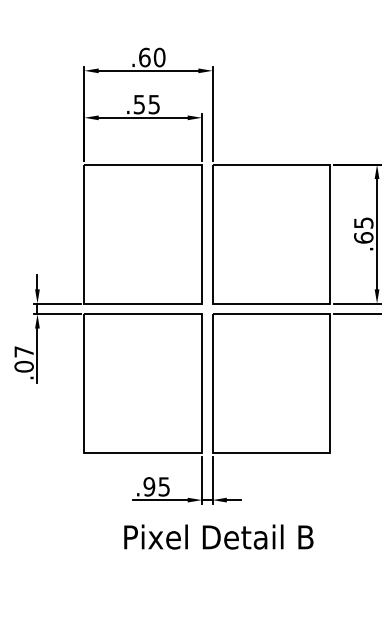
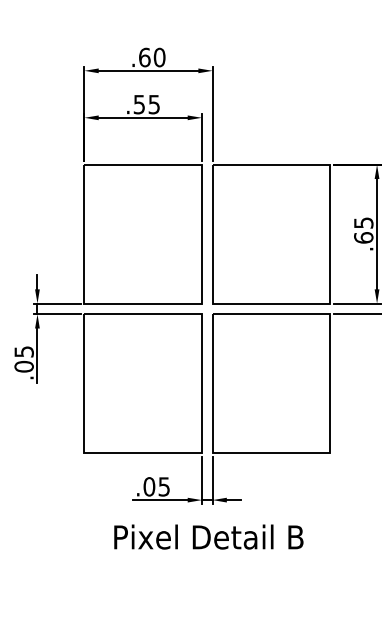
text at (23, 351): .07 -> .05
text at (149, 486): .95 -> .05
text at (218, 536) position: (218, 536) -> (208, 536)
